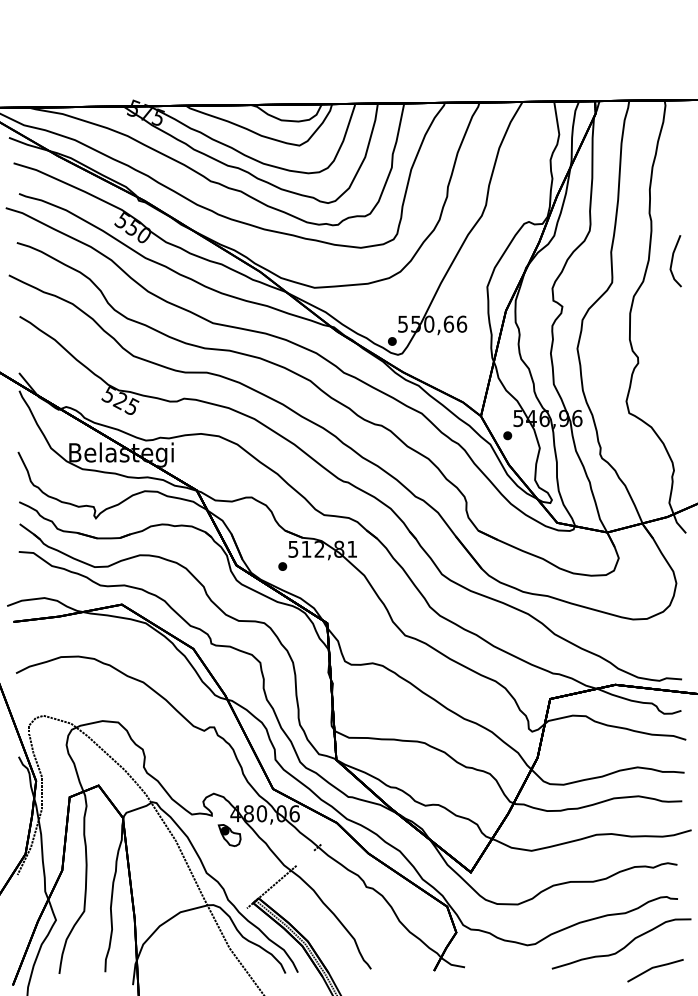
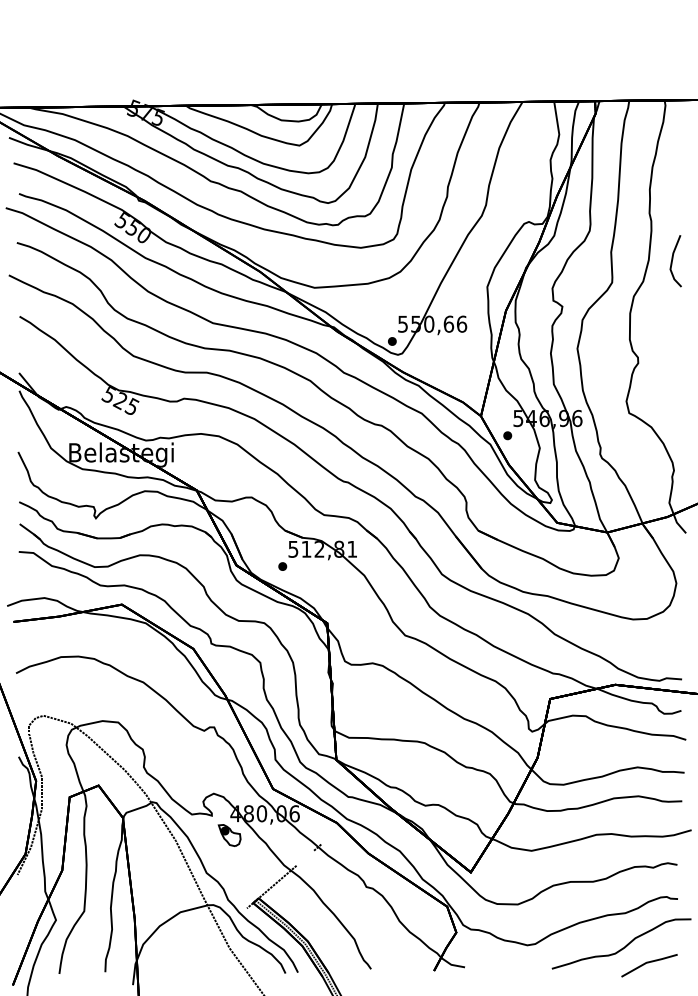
line at (654, 968) position: (654, 968) -> (648, 963)
